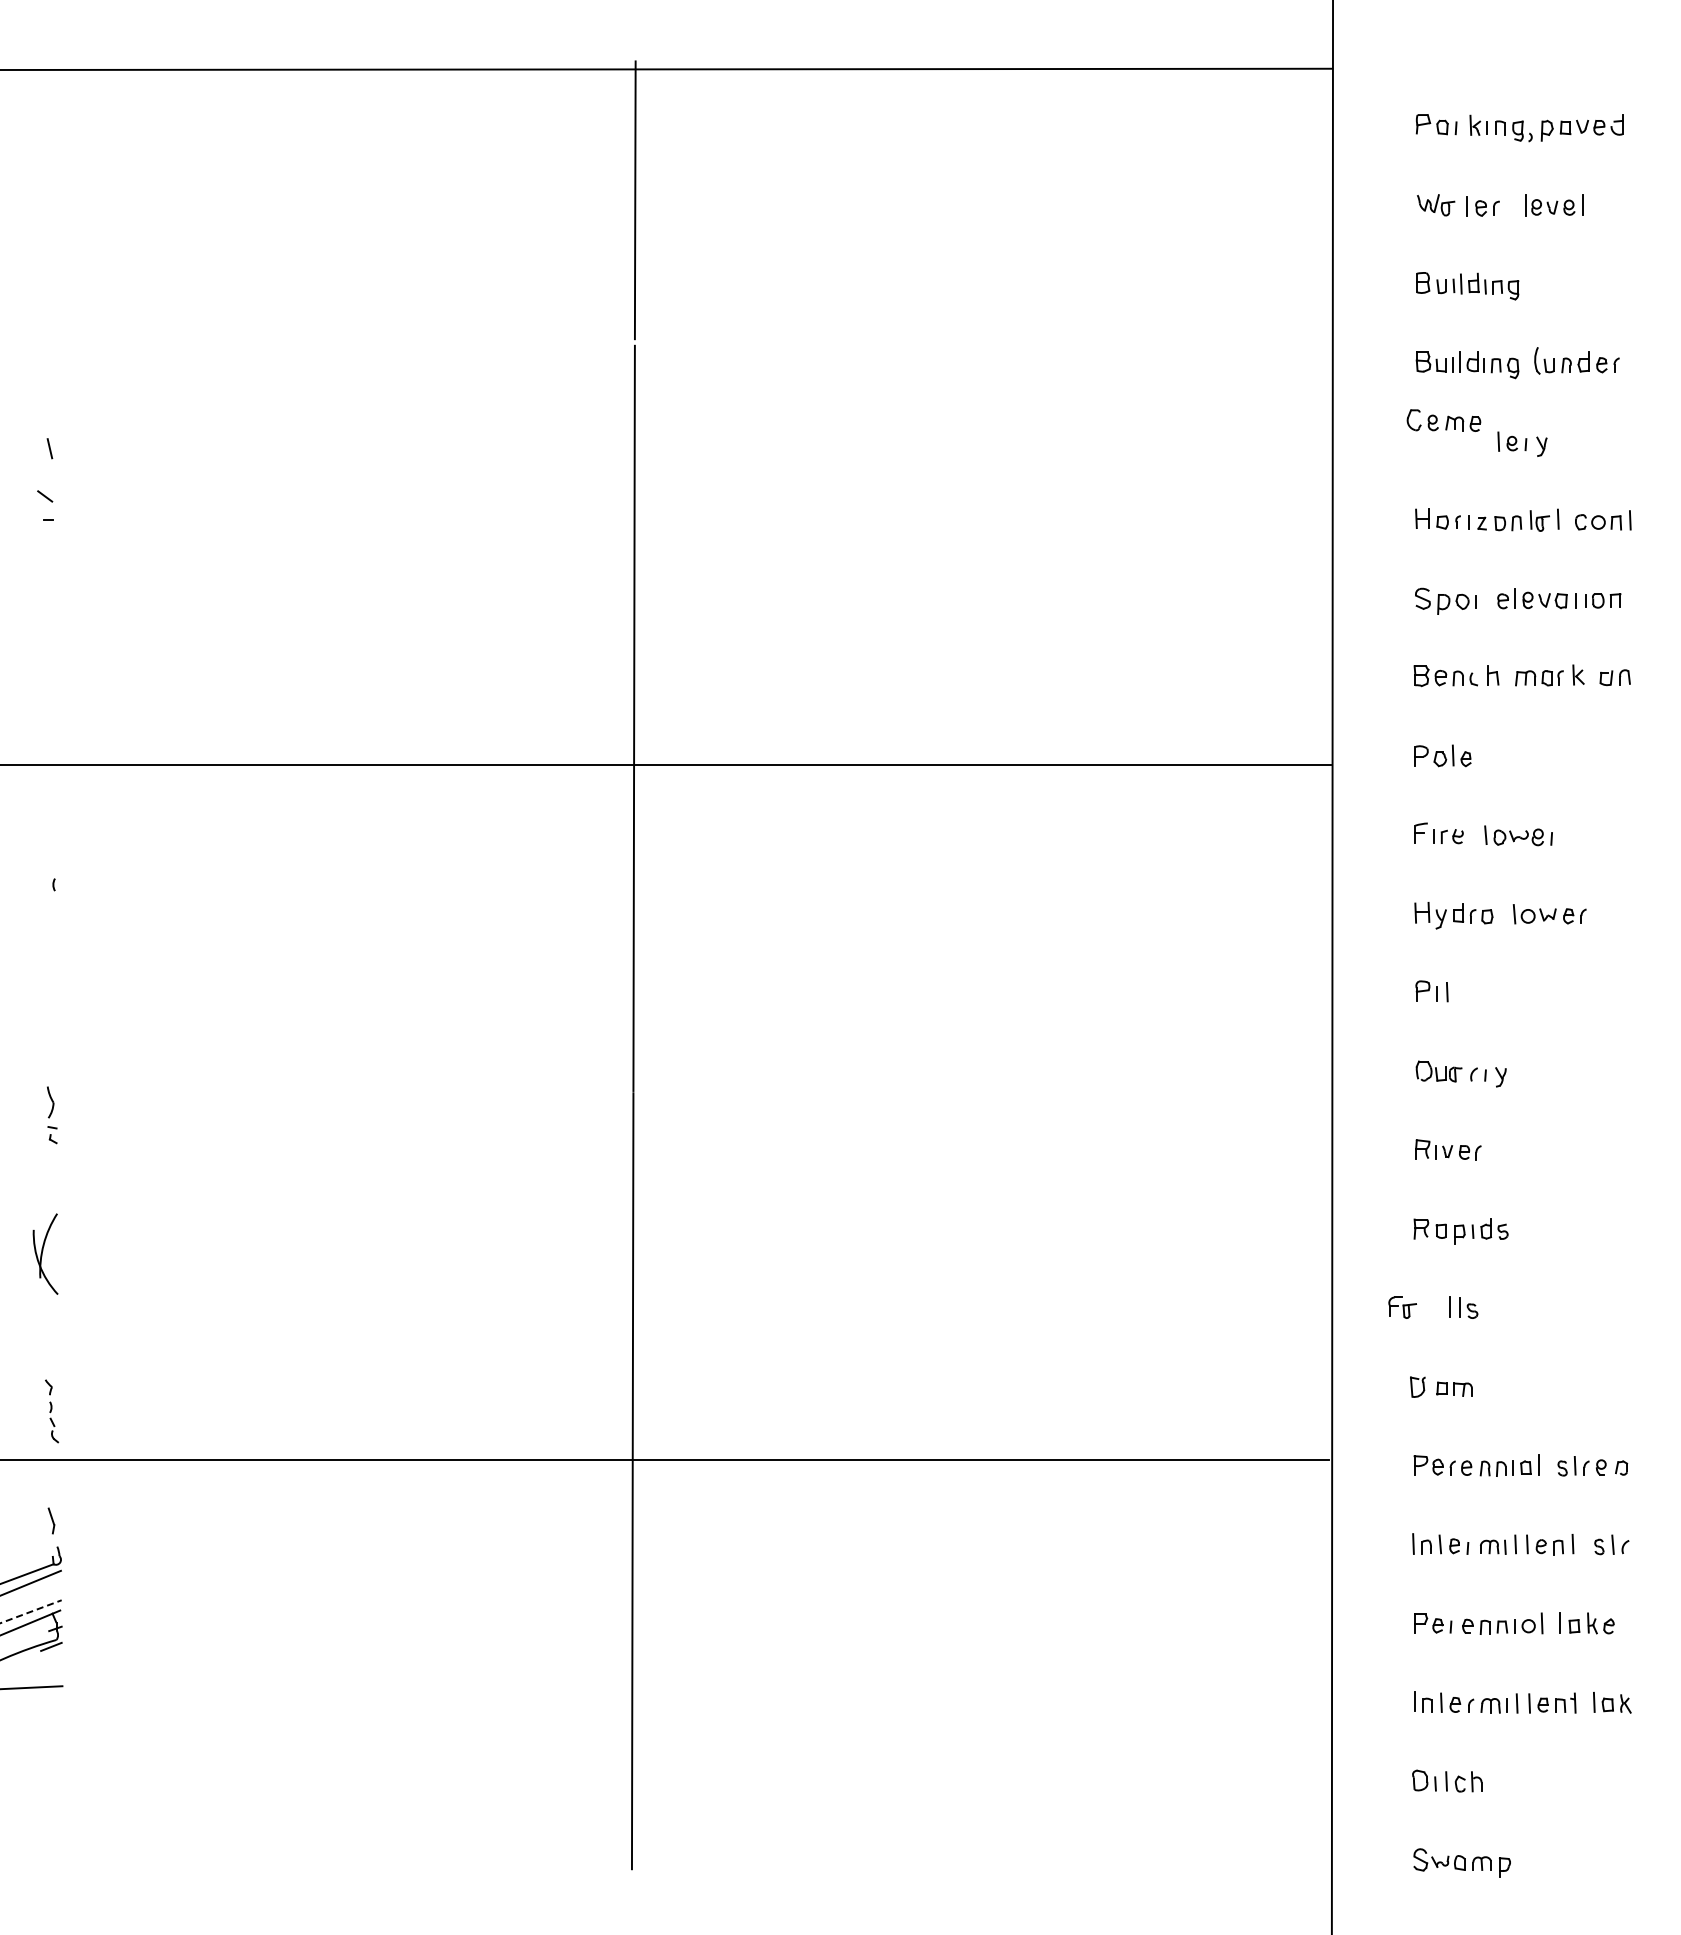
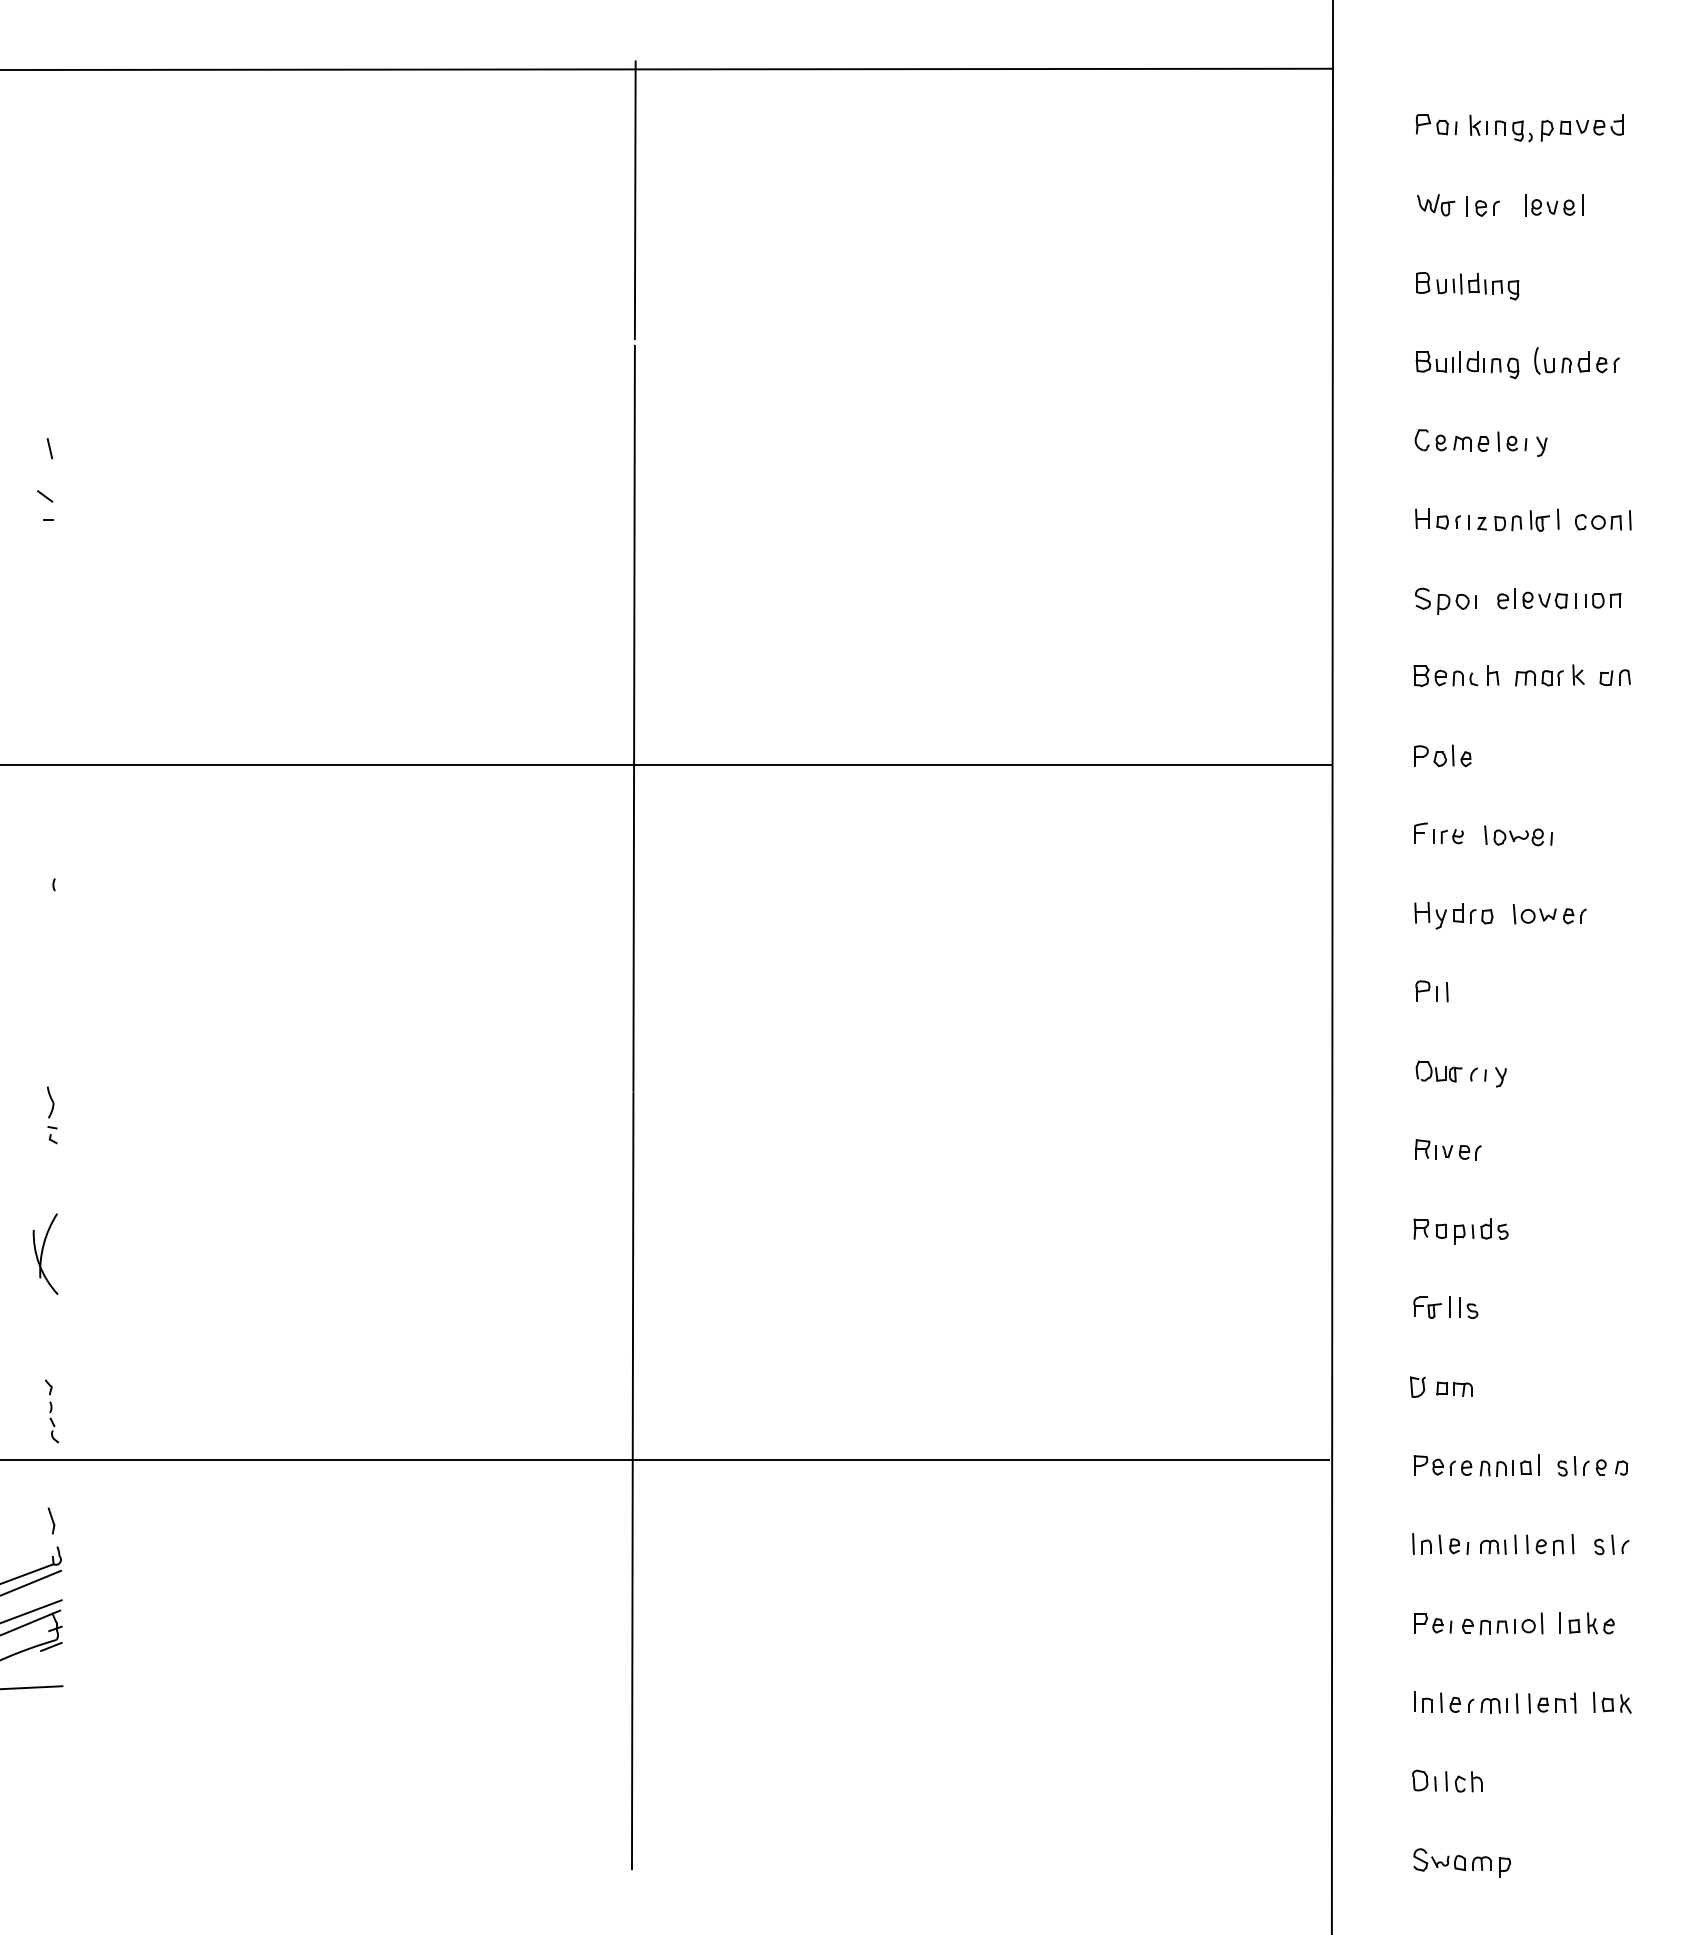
part at (1443, 420) position: (1443, 420) -> (1451, 440)
part at (1402, 1307) position: (1402, 1307) -> (1427, 1307)
line at (30, 1611): dashed -> solid
